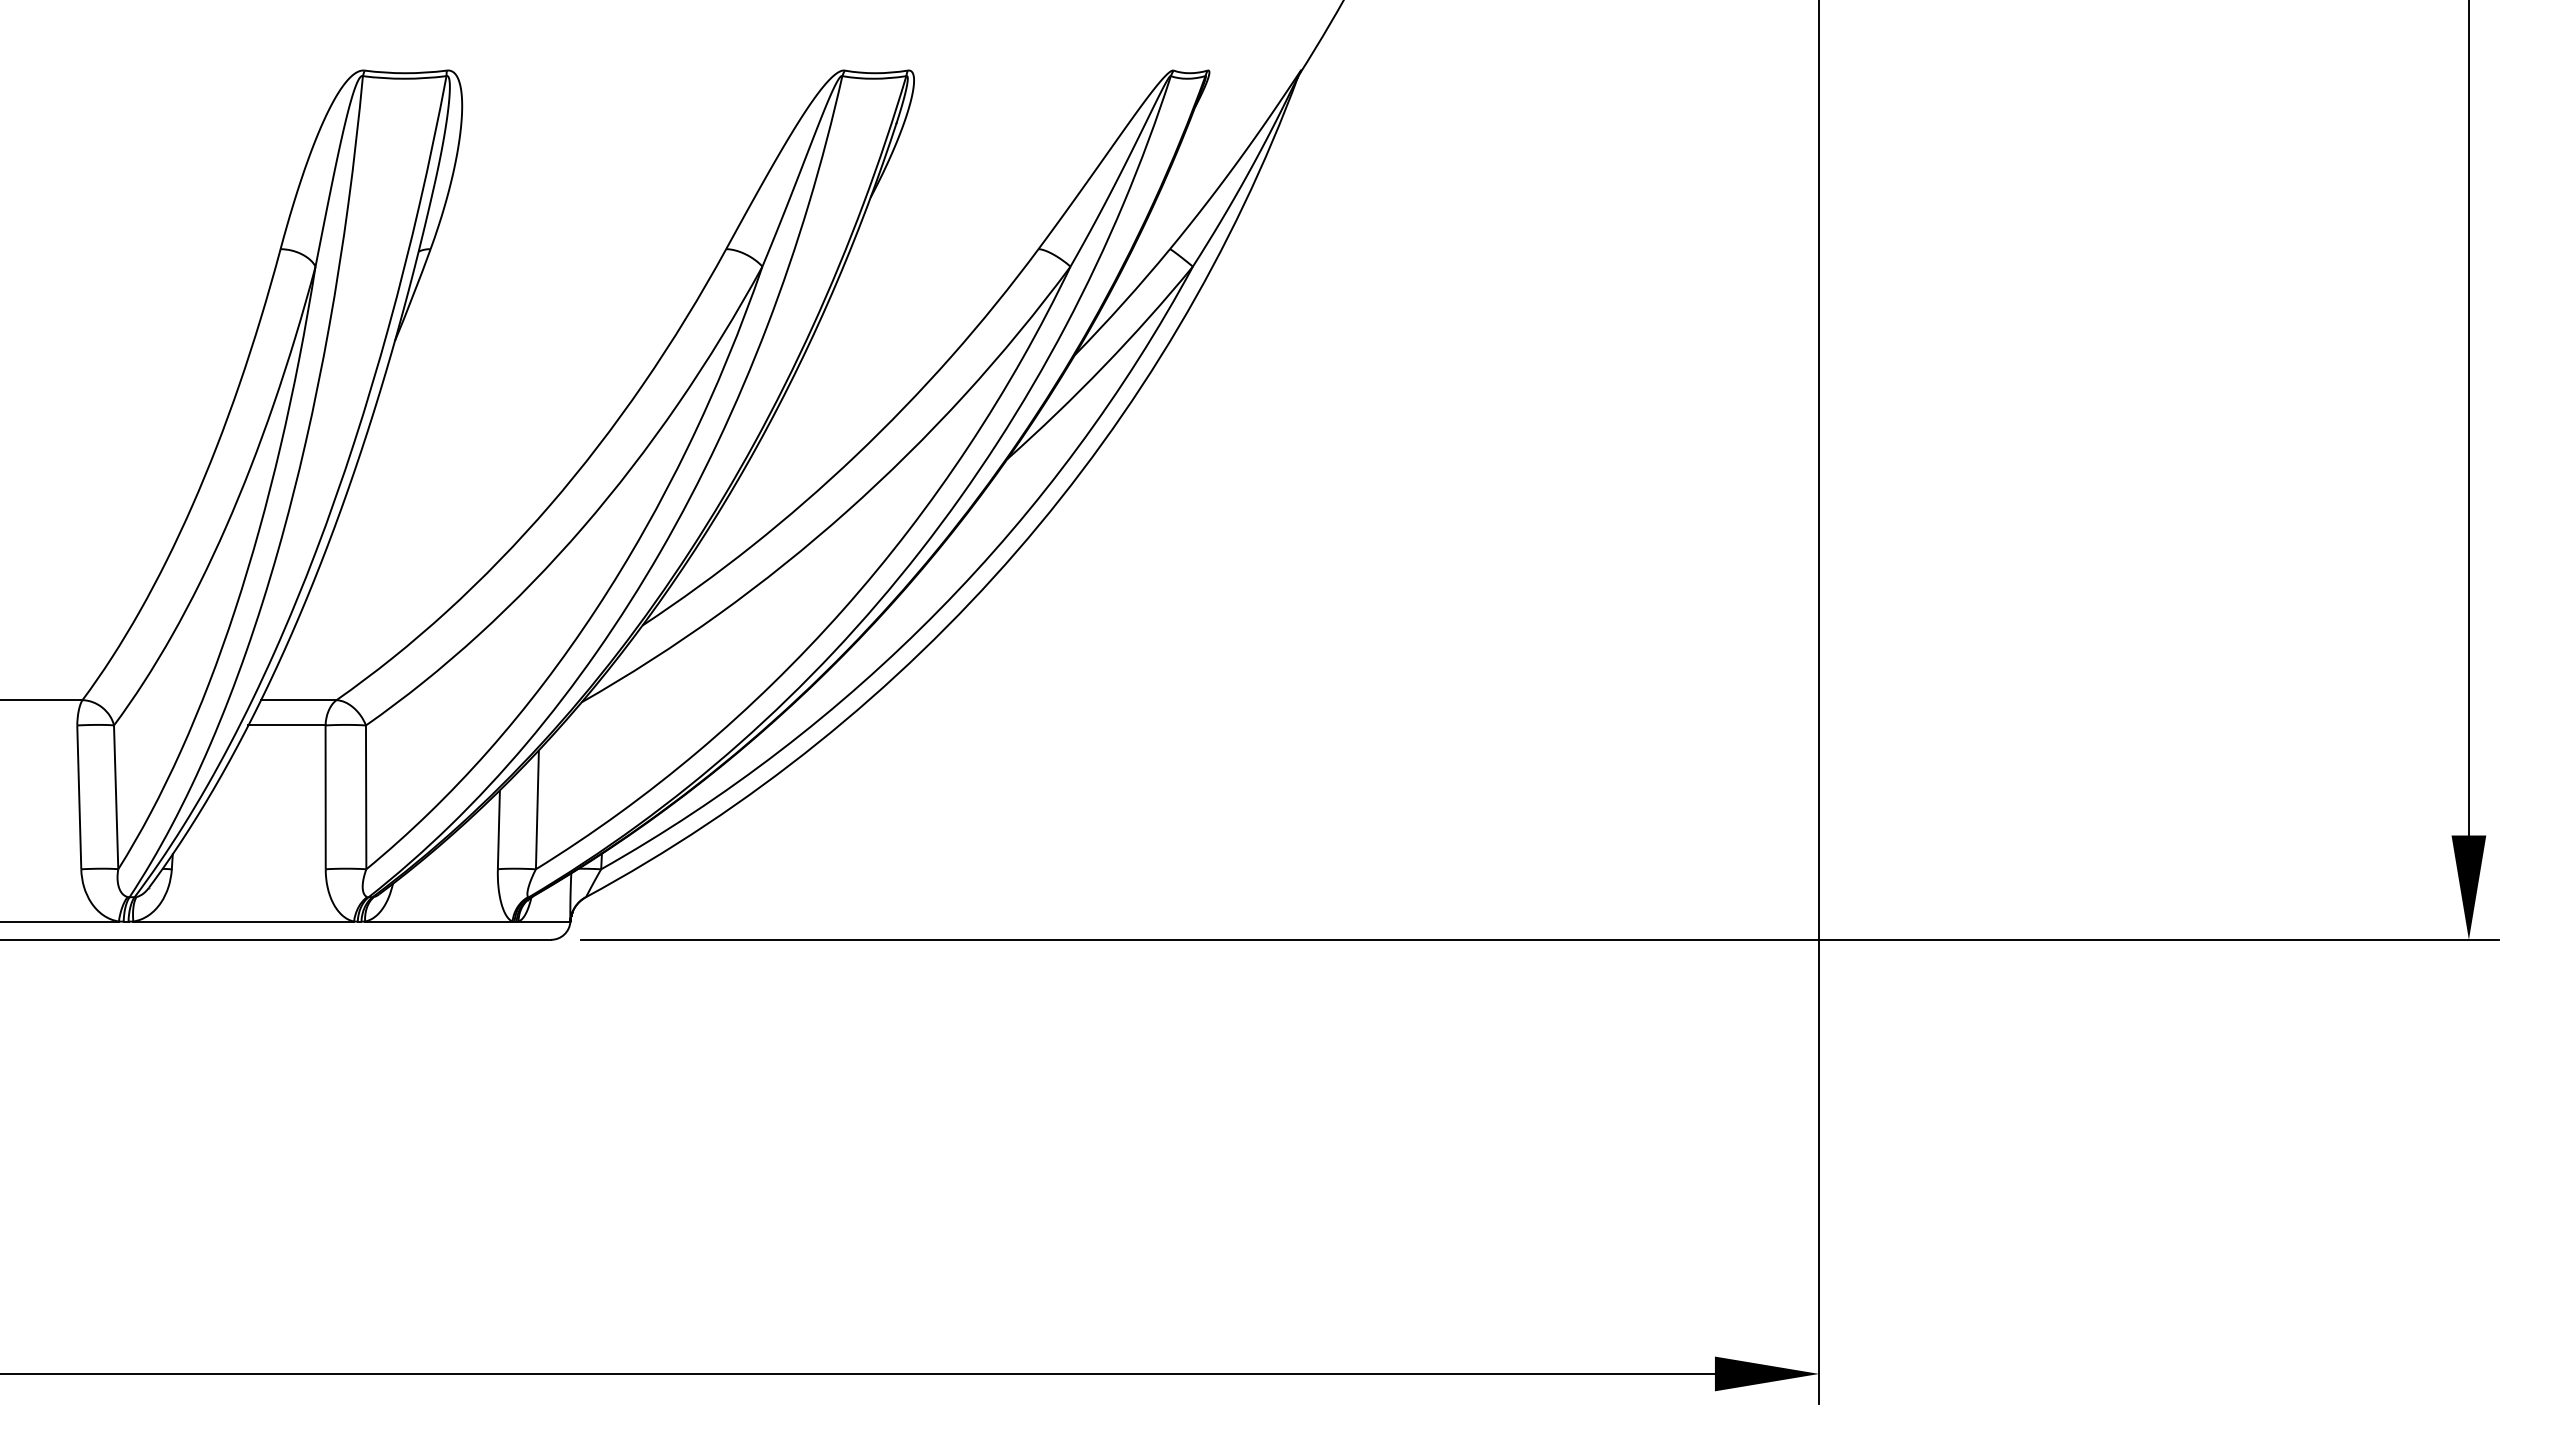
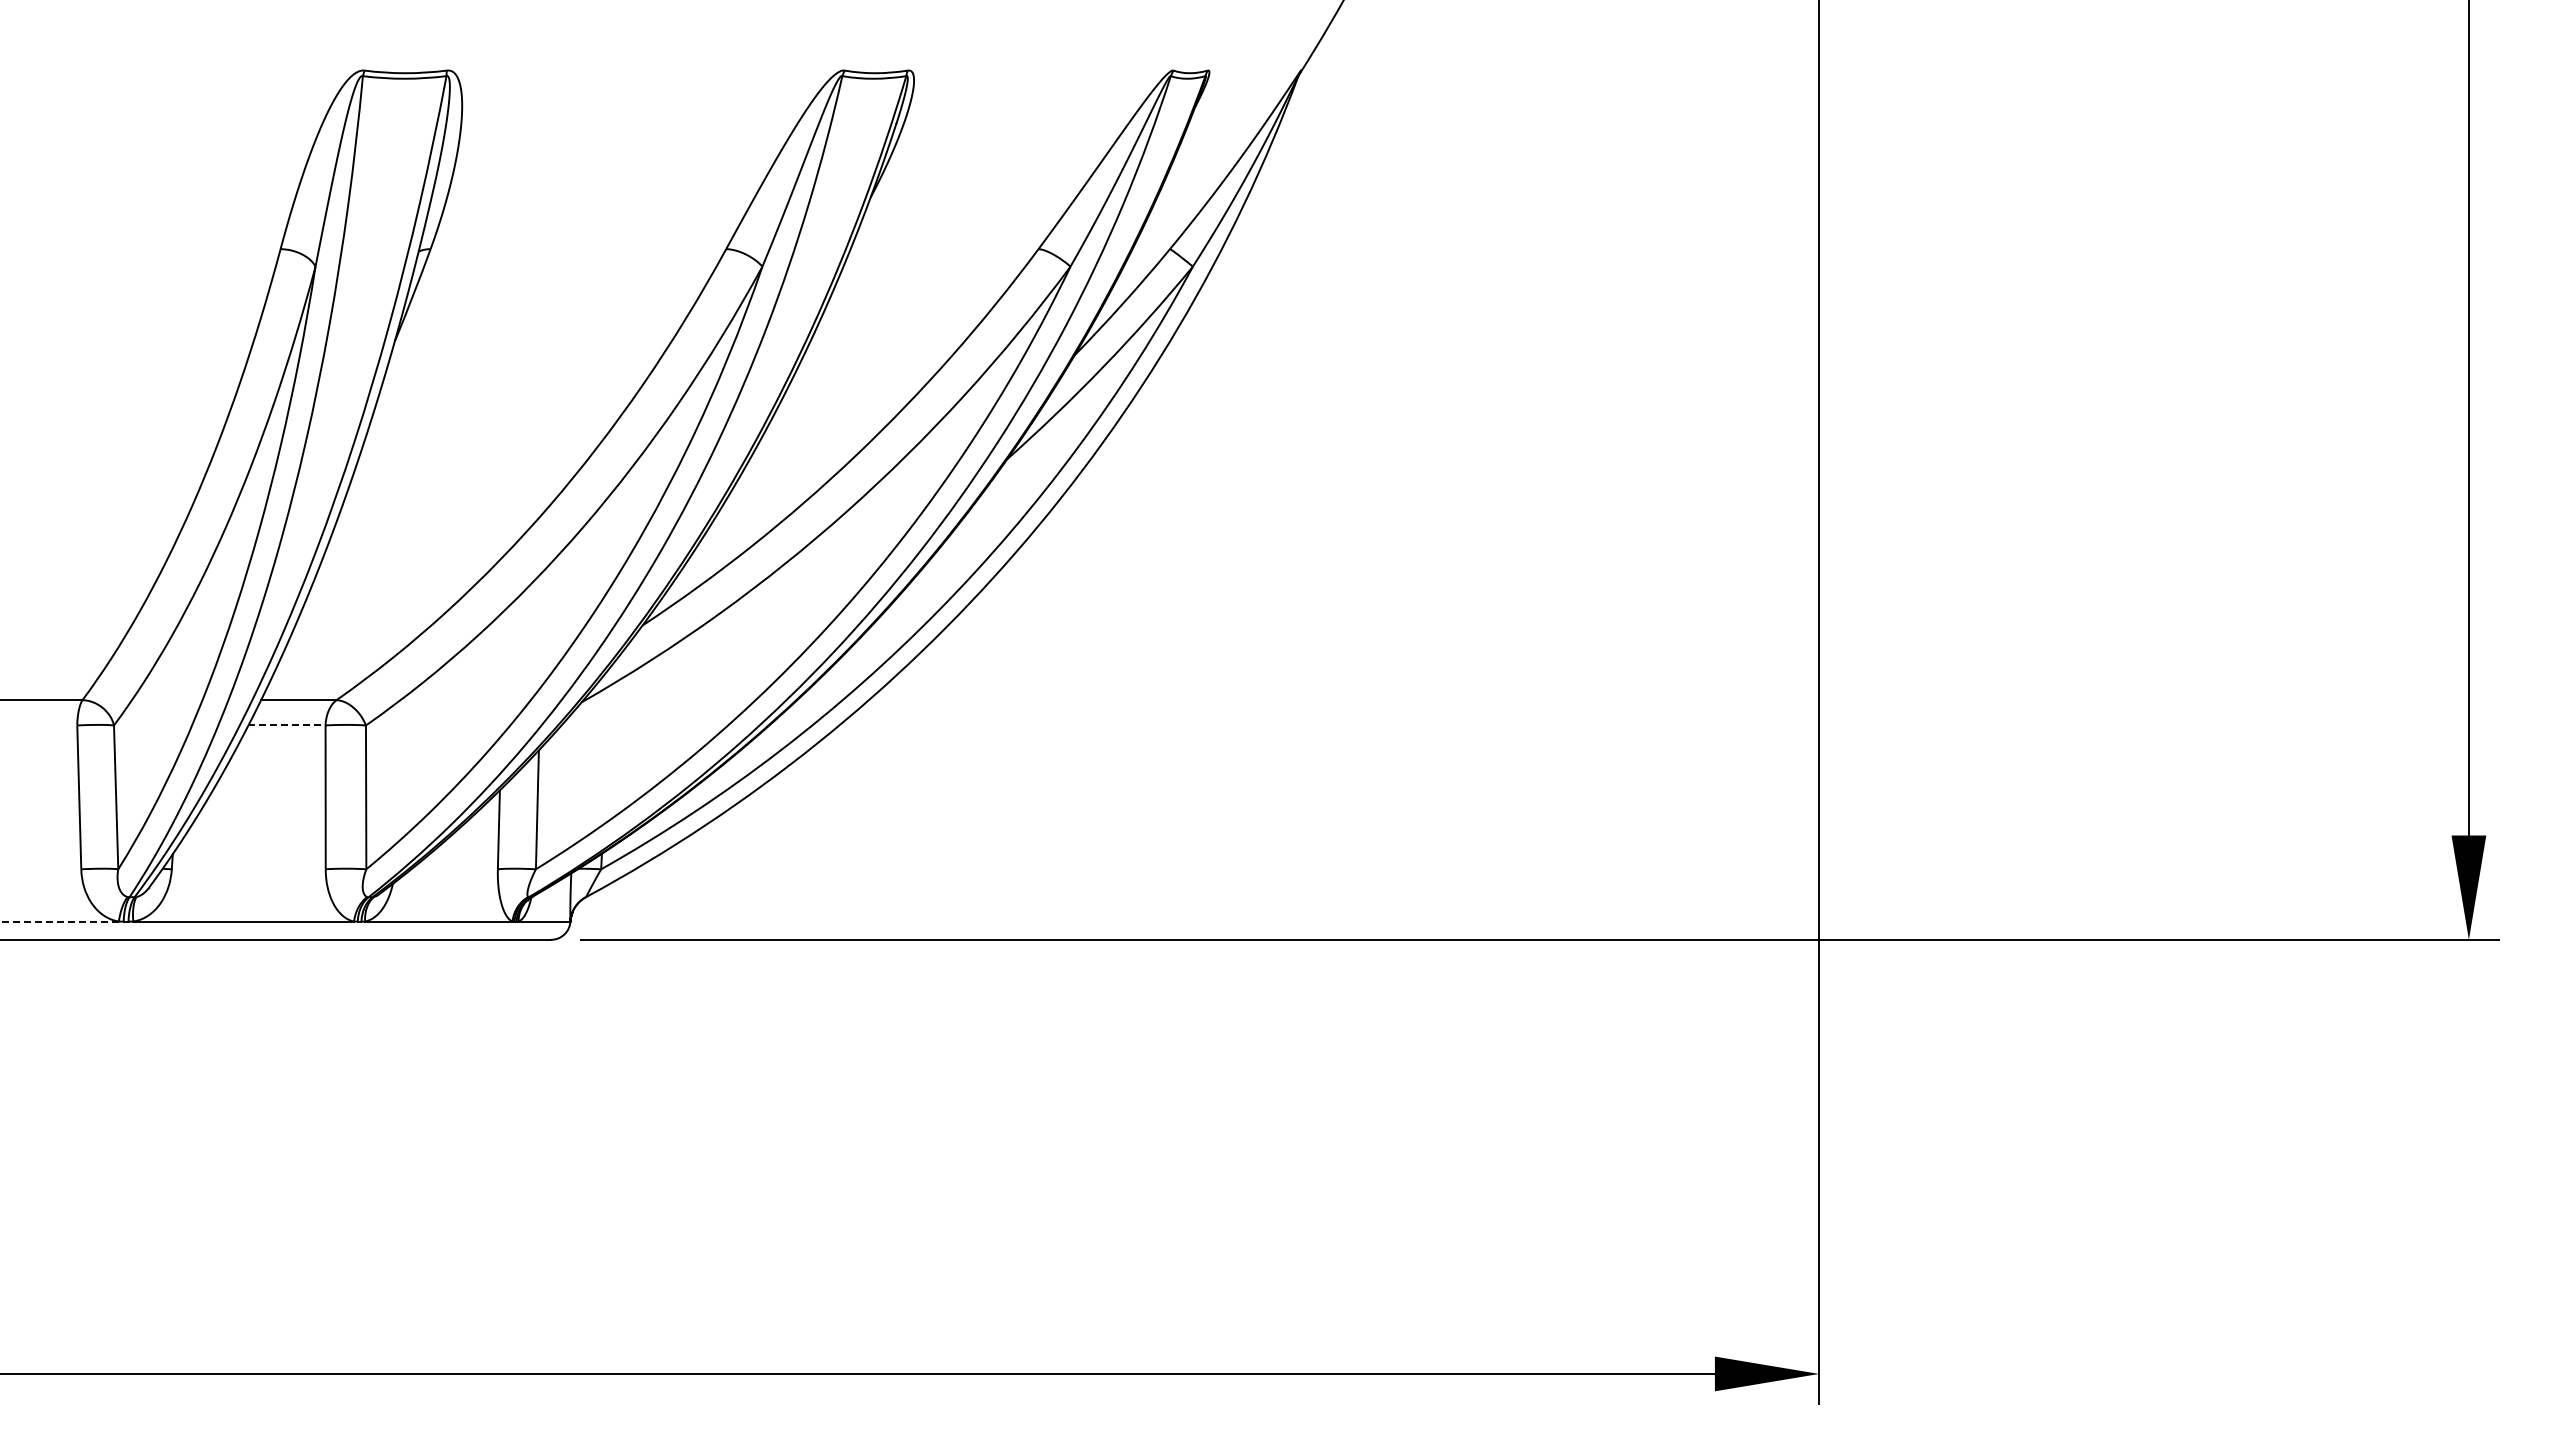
line at (287, 725): solid -> dashed
line at (59, 921): solid -> dashed
